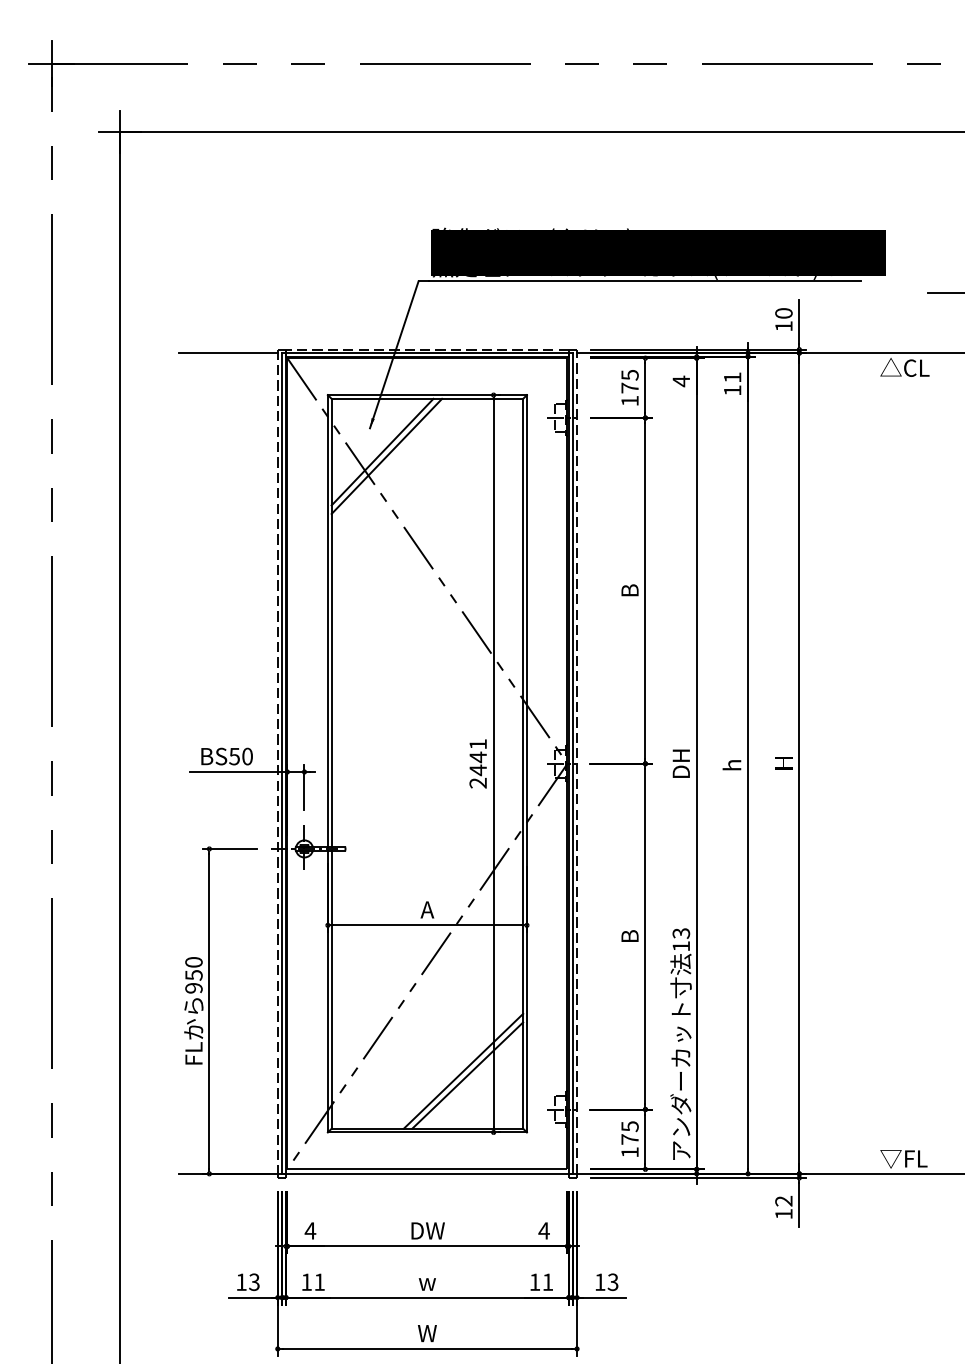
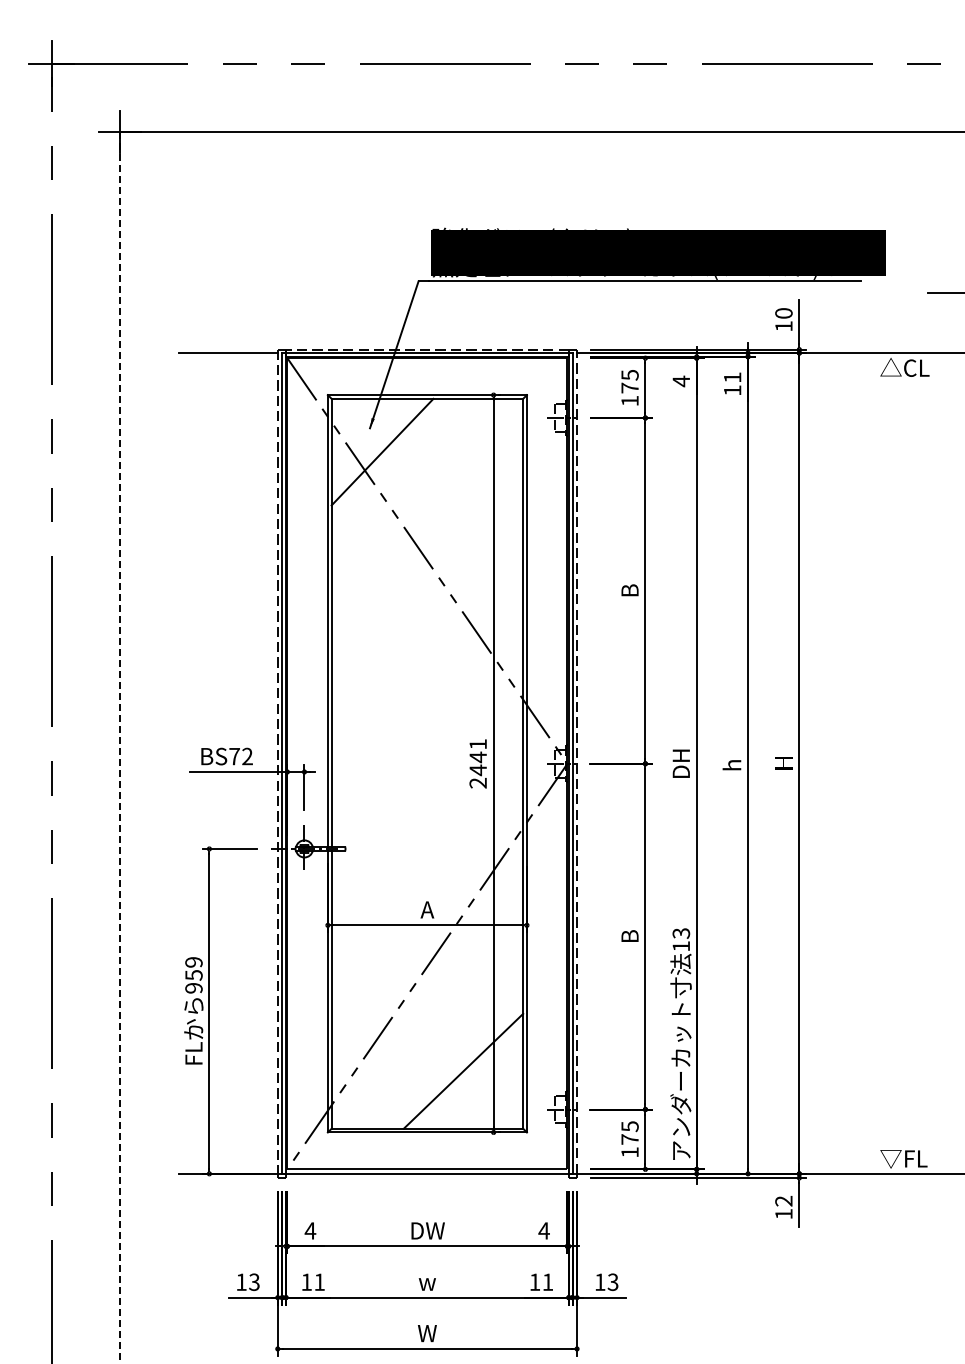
line at (386, 455): present -> none
line at (120, 747): solid -> dashed
text at (240, 756): BS50 -> BS72
text at (193, 962): 950 -> 959
line at (467, 1075): present -> none
